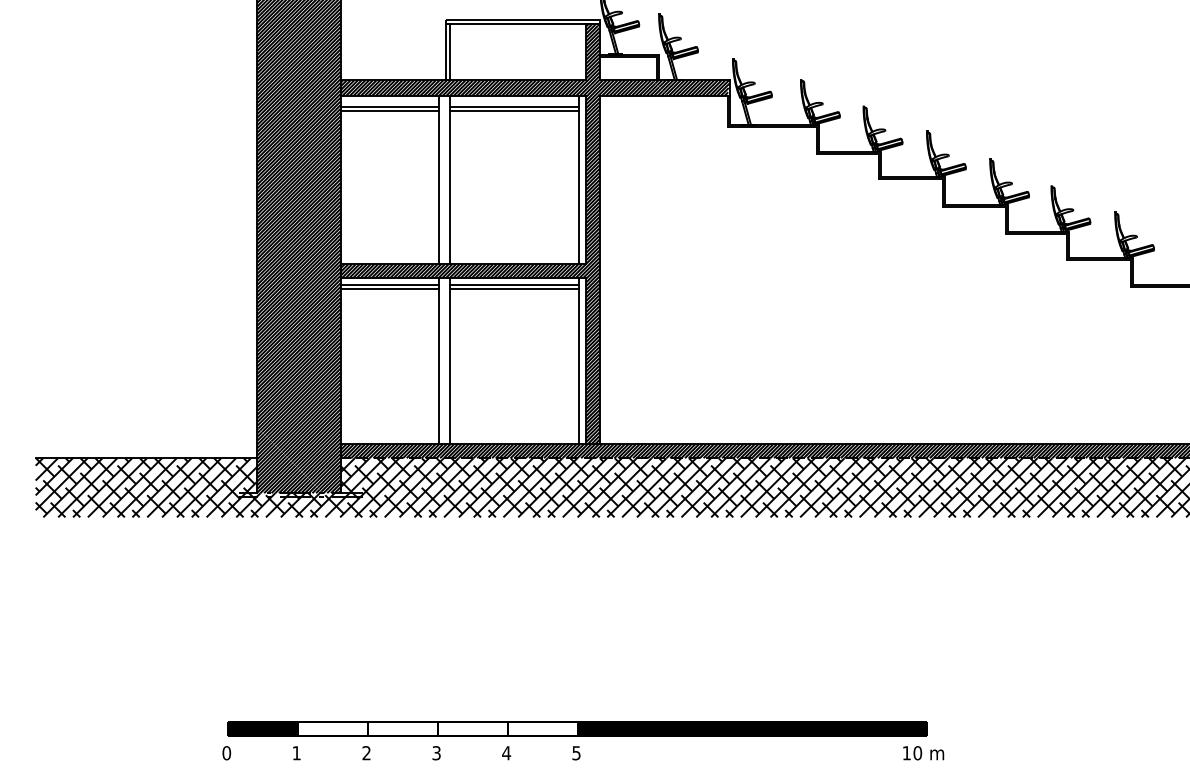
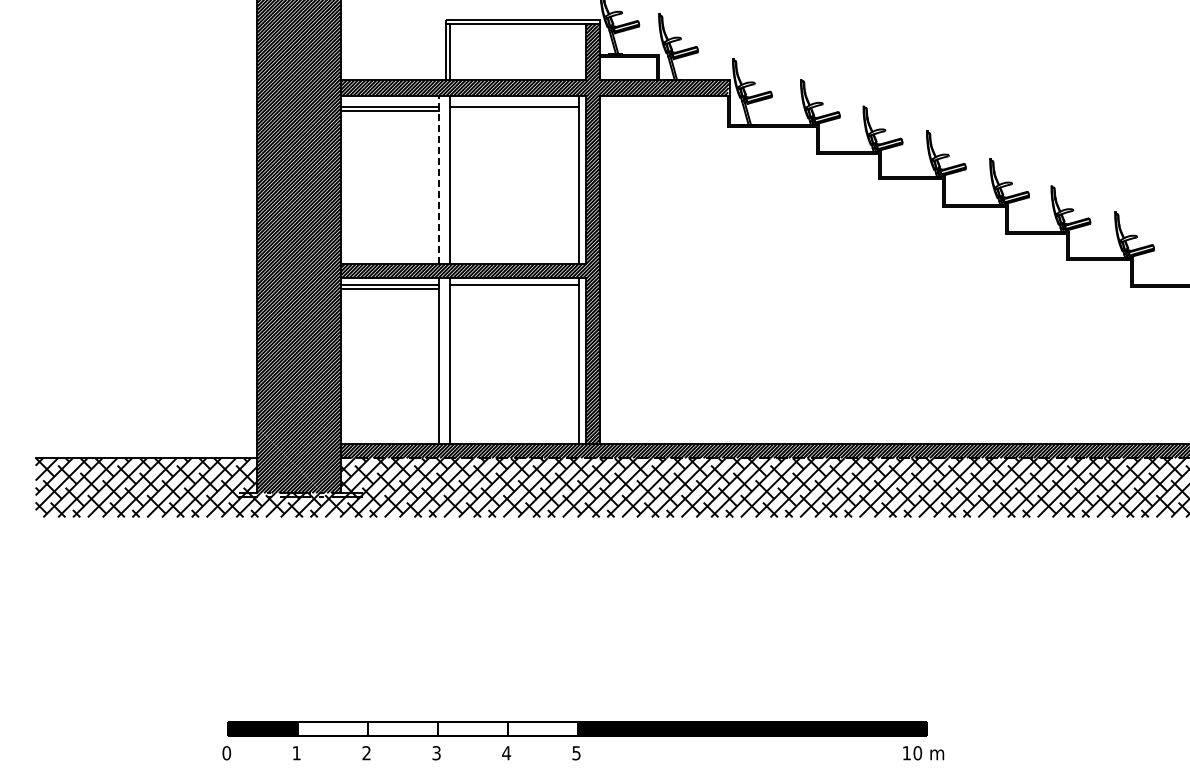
line at (514, 110): present -> none
line at (439, 179): solid -> dashed
line at (514, 288): present -> none
